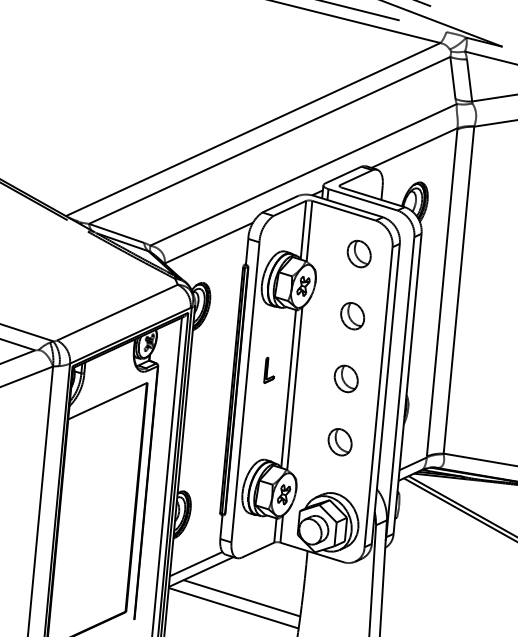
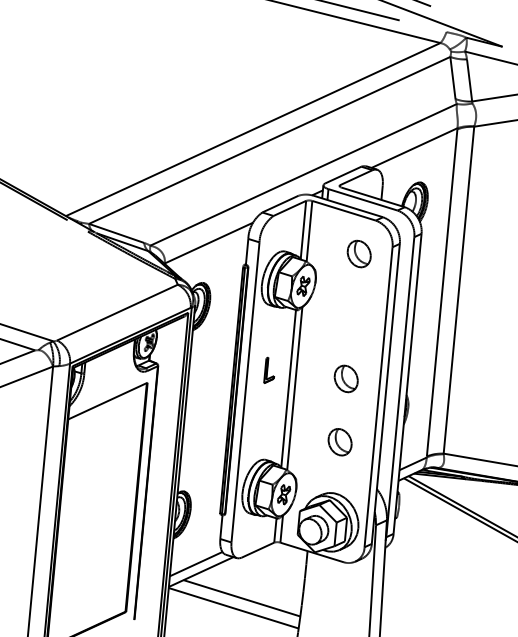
part at (352, 316): present -> none
line at (166, 475): present -> none
